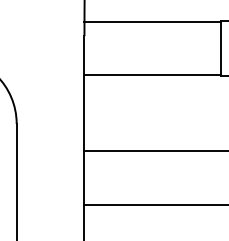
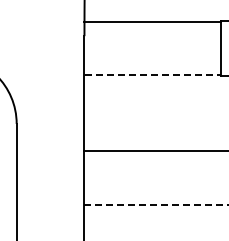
line at (153, 74): solid -> dashed
line at (156, 205): solid -> dashed
